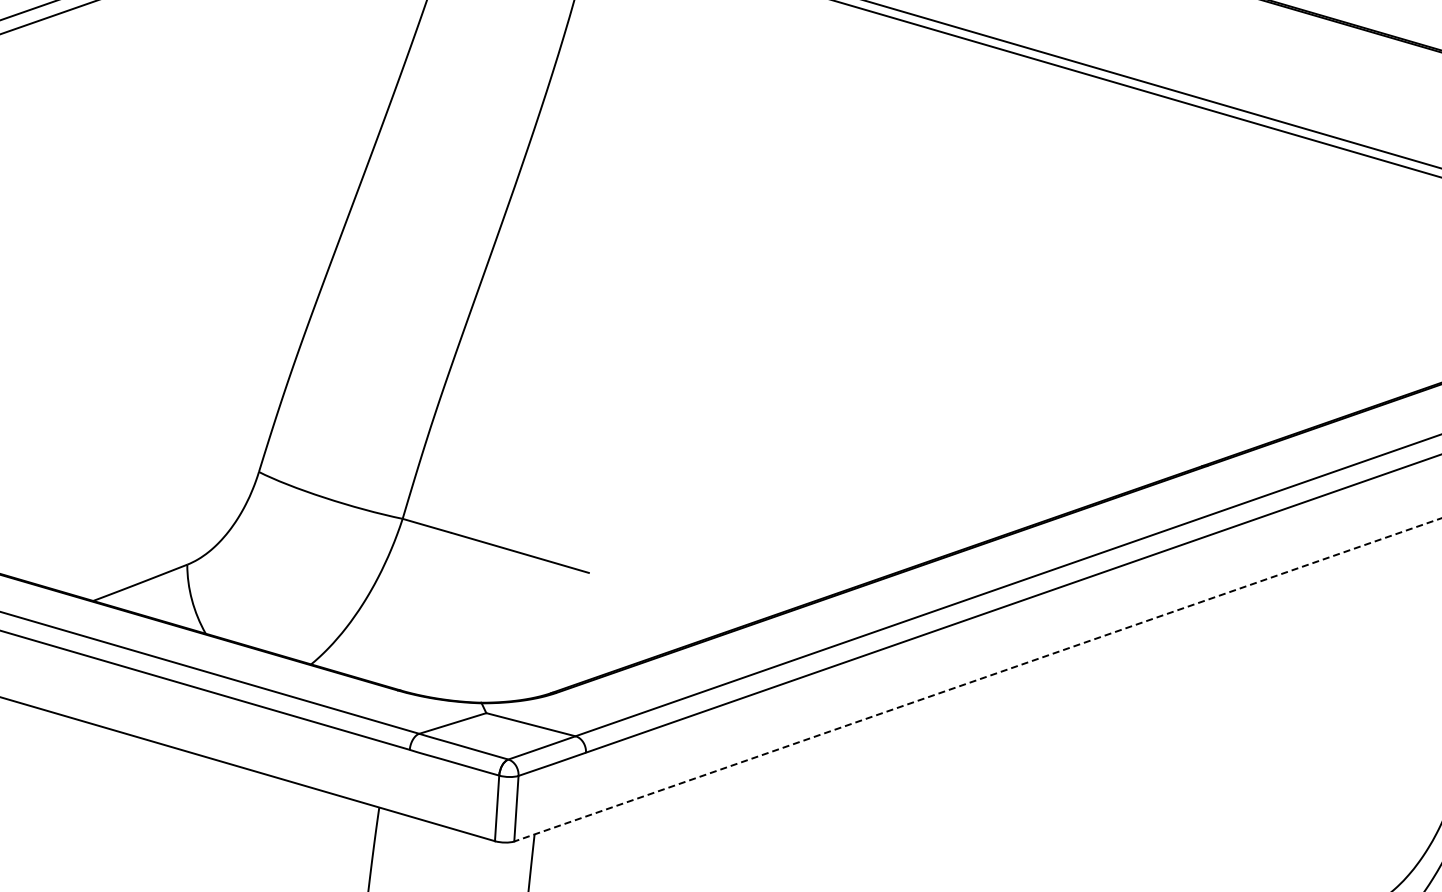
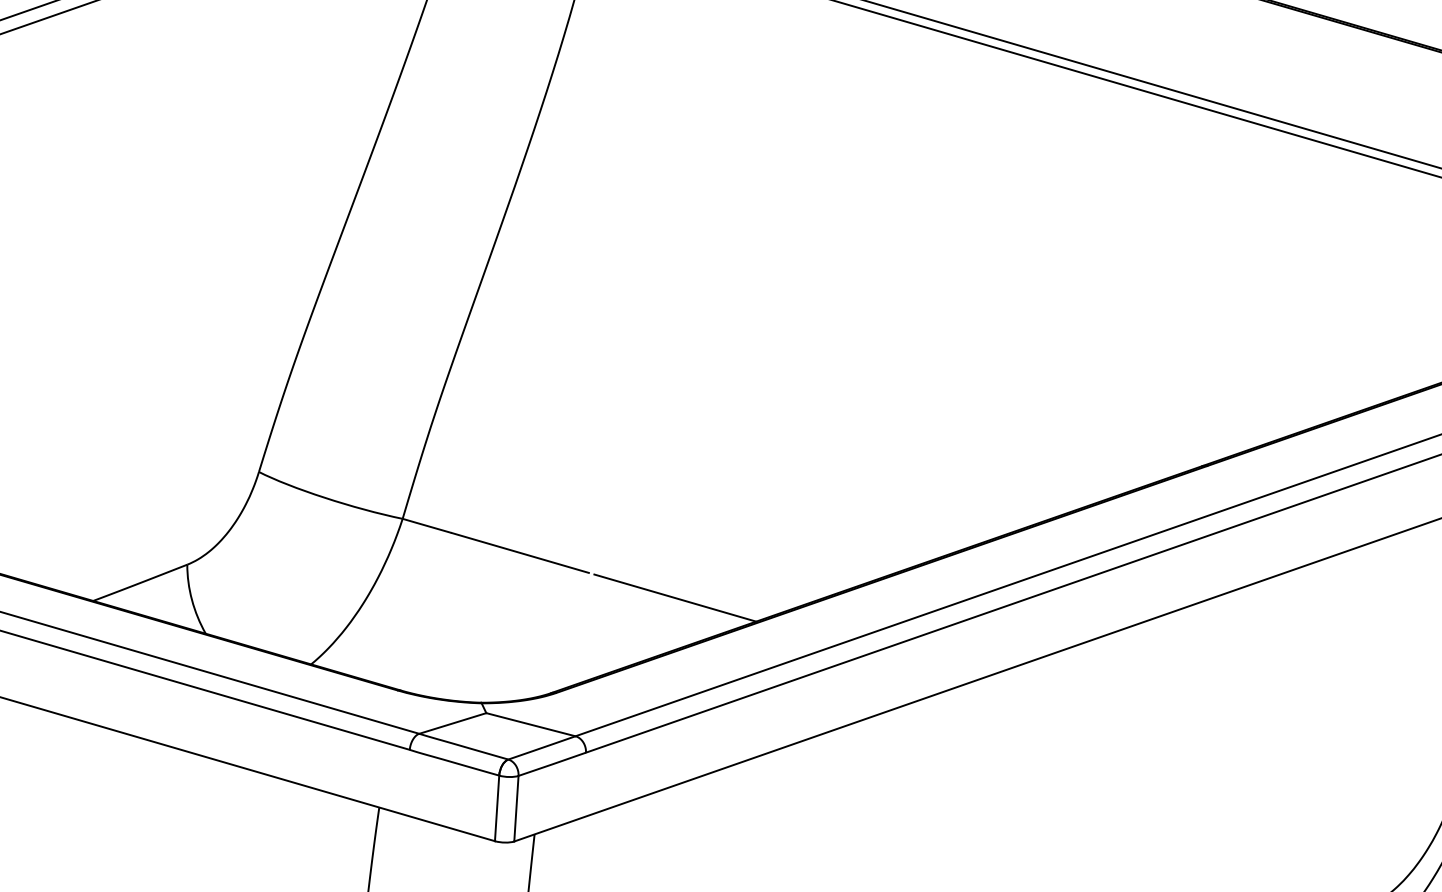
line at (675, 597): none -> present
line at (977, 679): dashed -> solid
